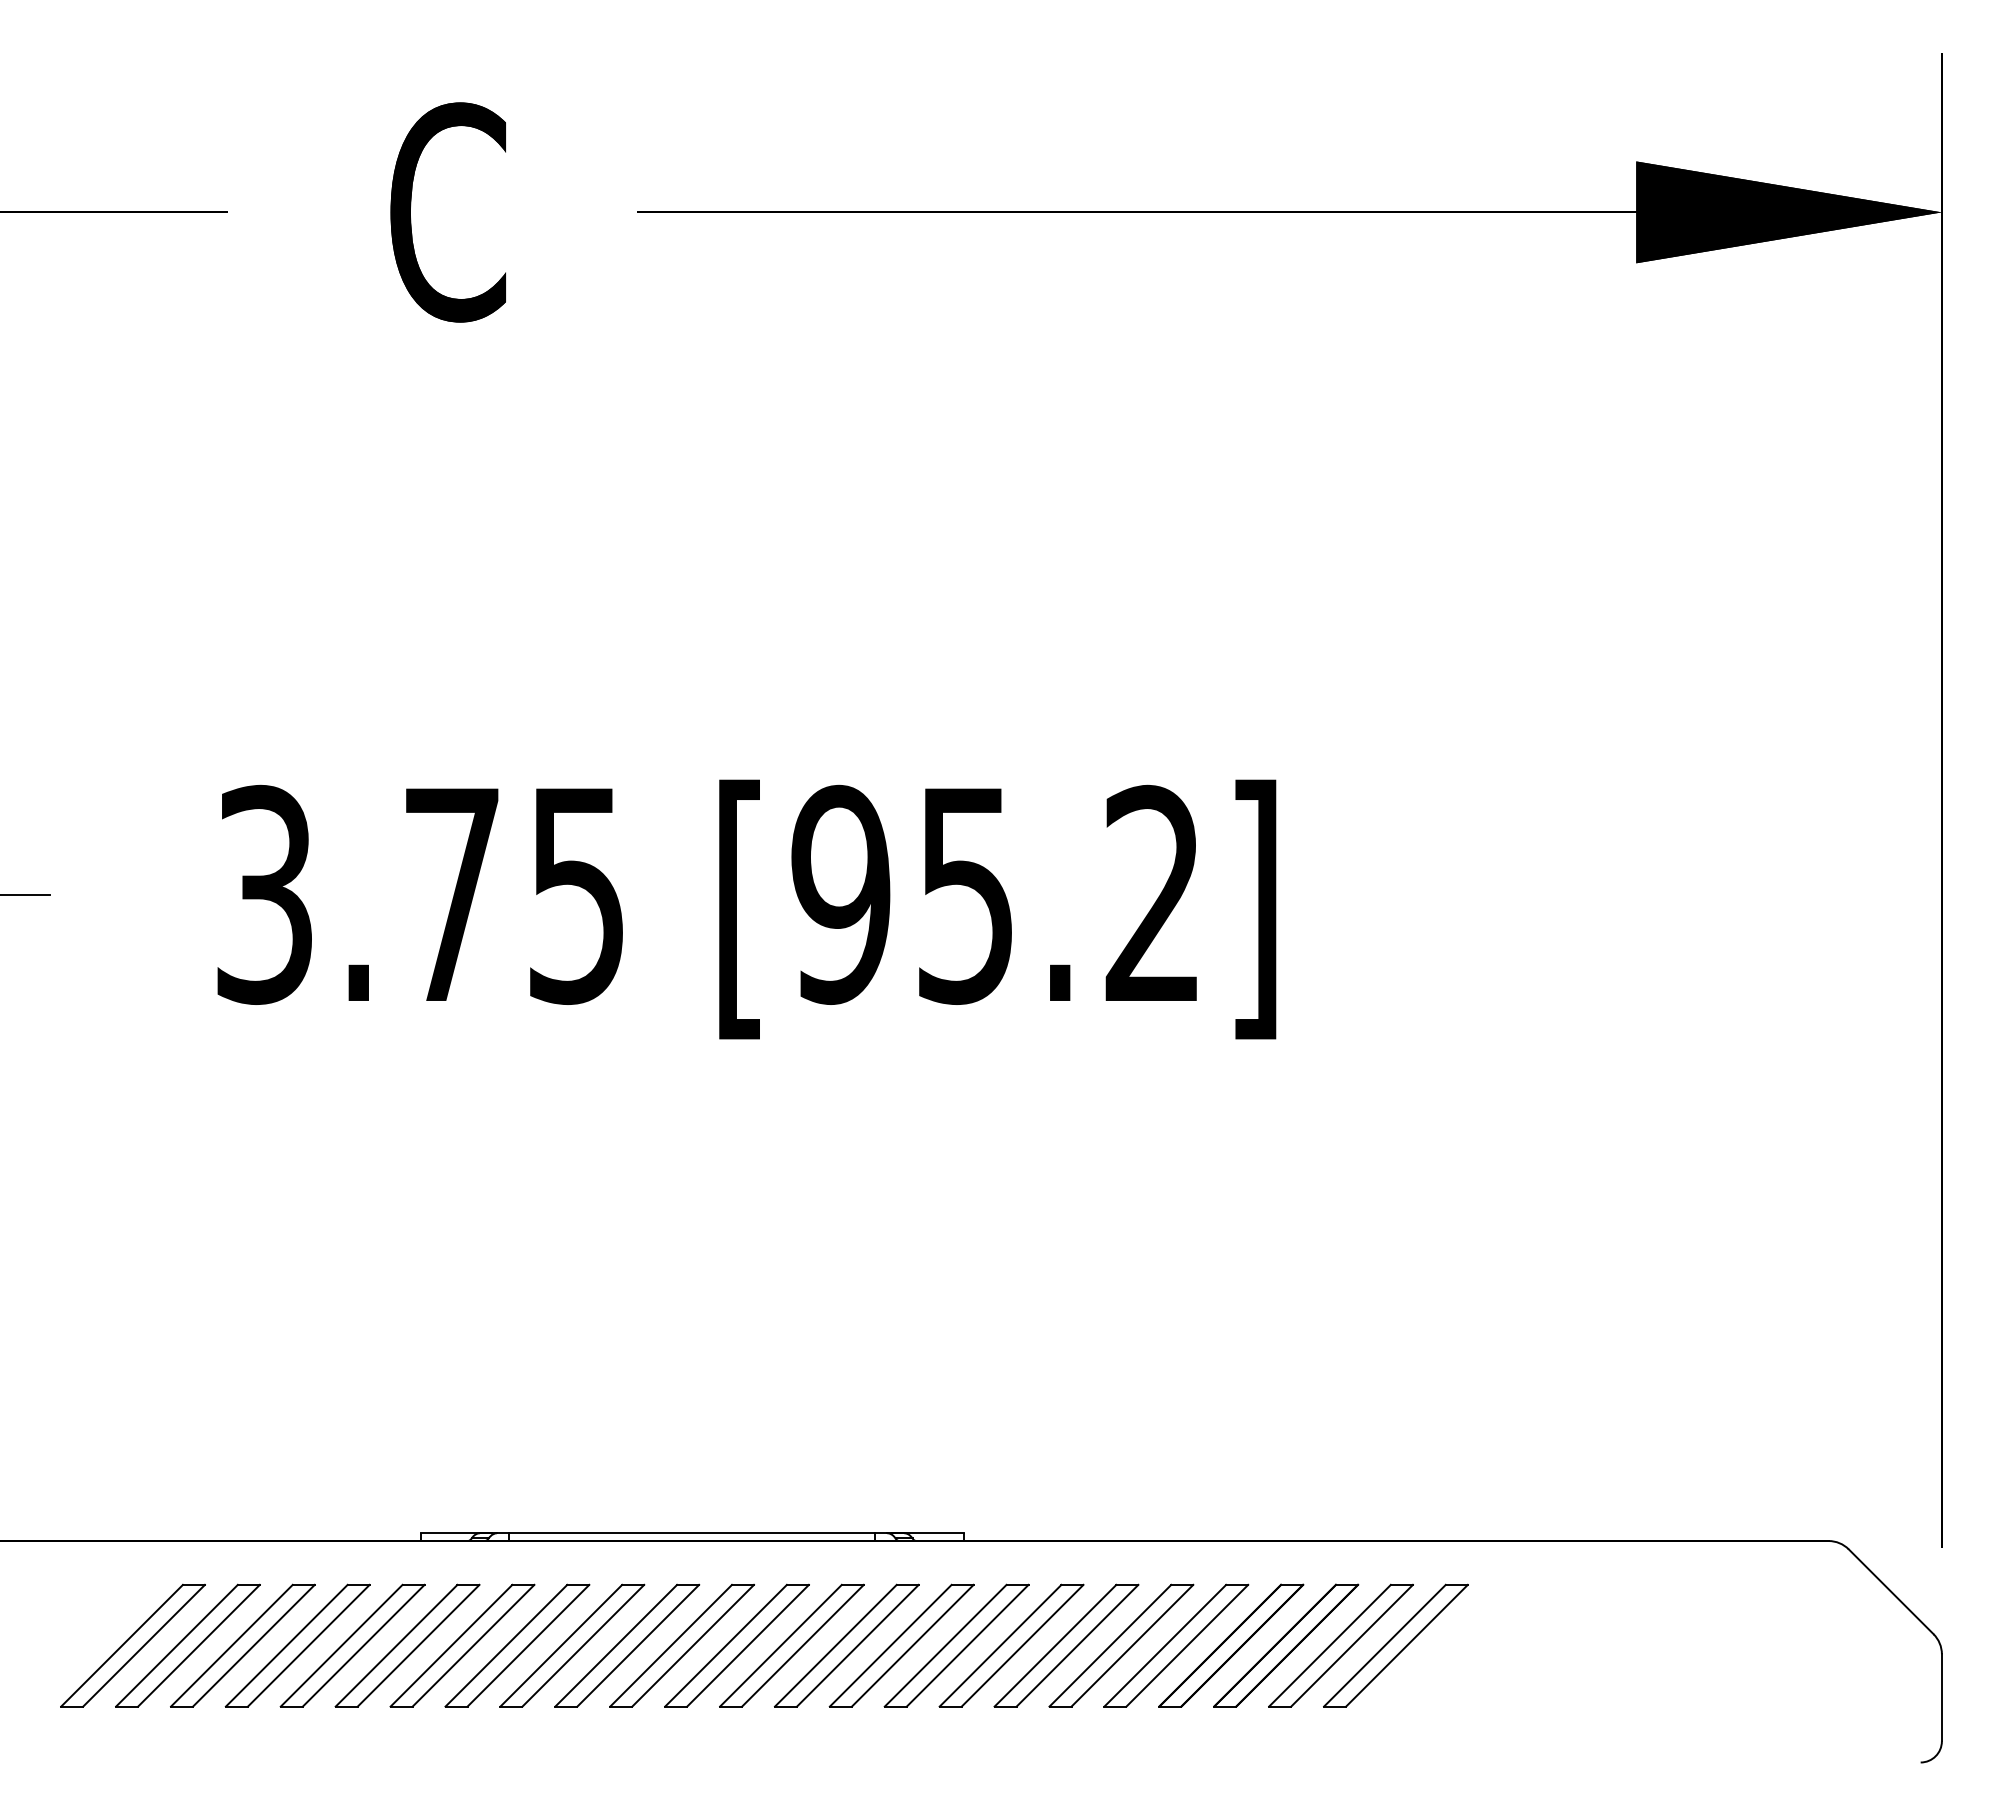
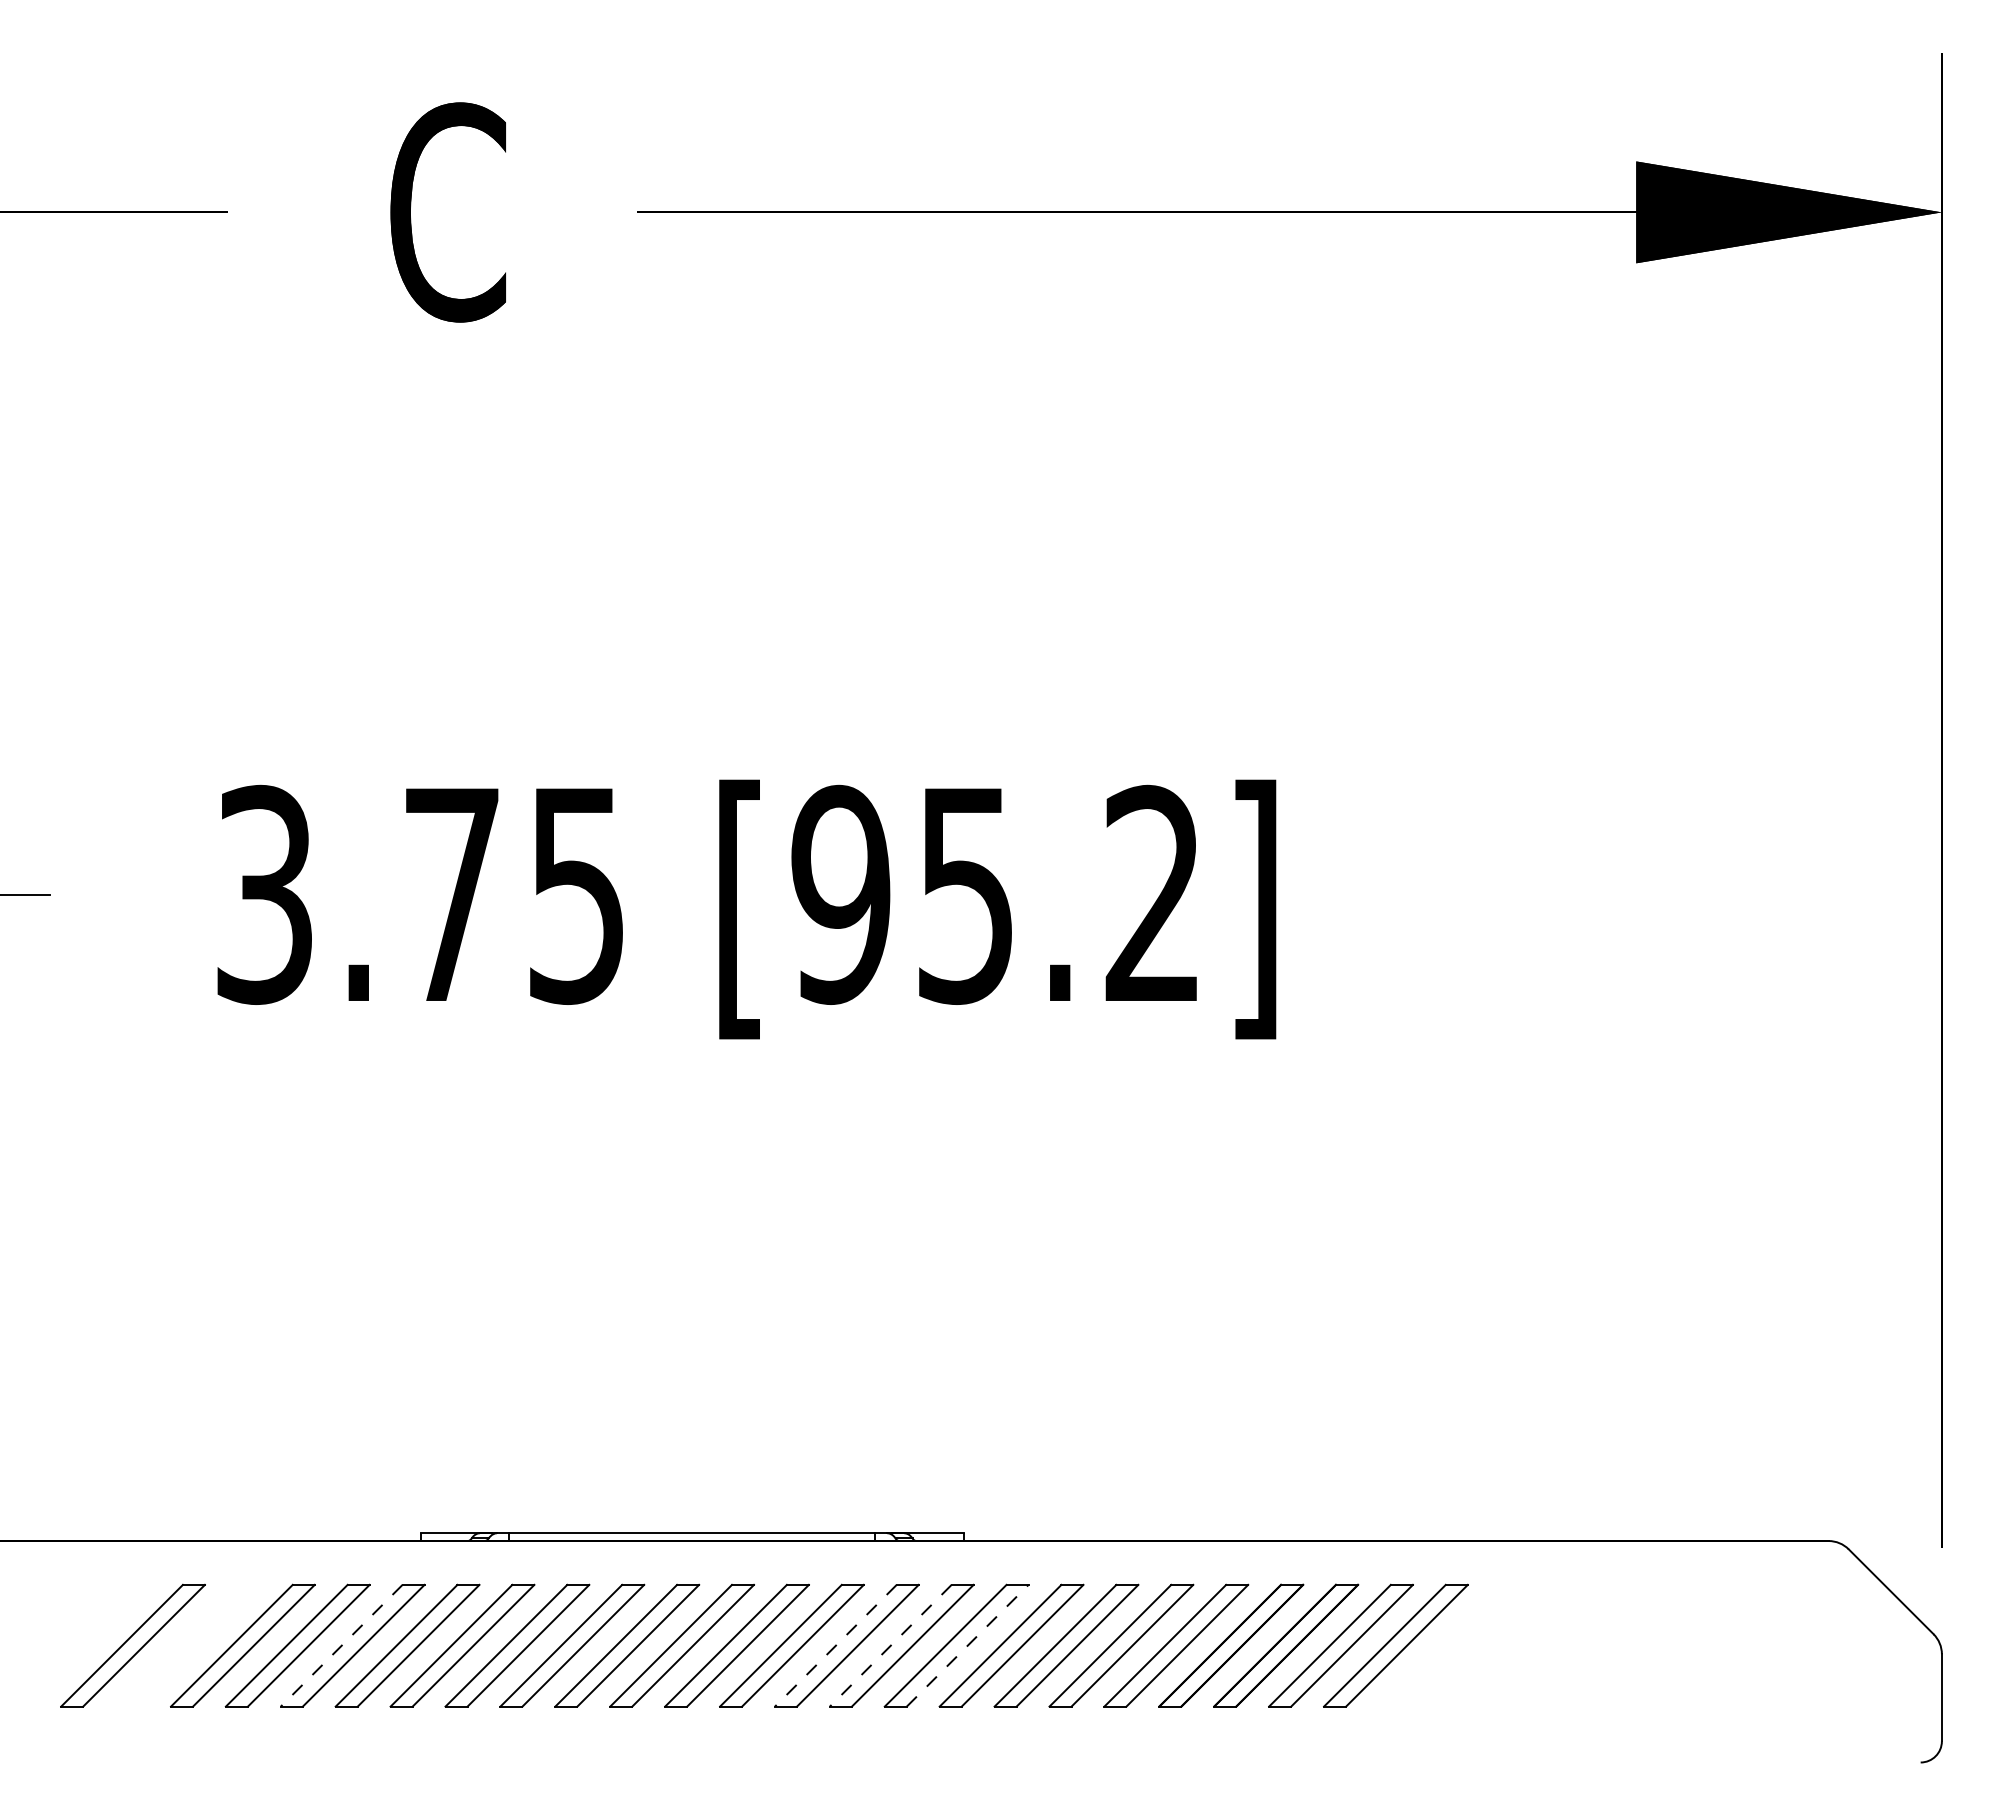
part at (187, 1645): present -> none
line at (968, 1645): solid -> dashed
line at (341, 1646): solid -> dashed
line at (835, 1646): solid -> dashed
line at (890, 1646): solid -> dashed
